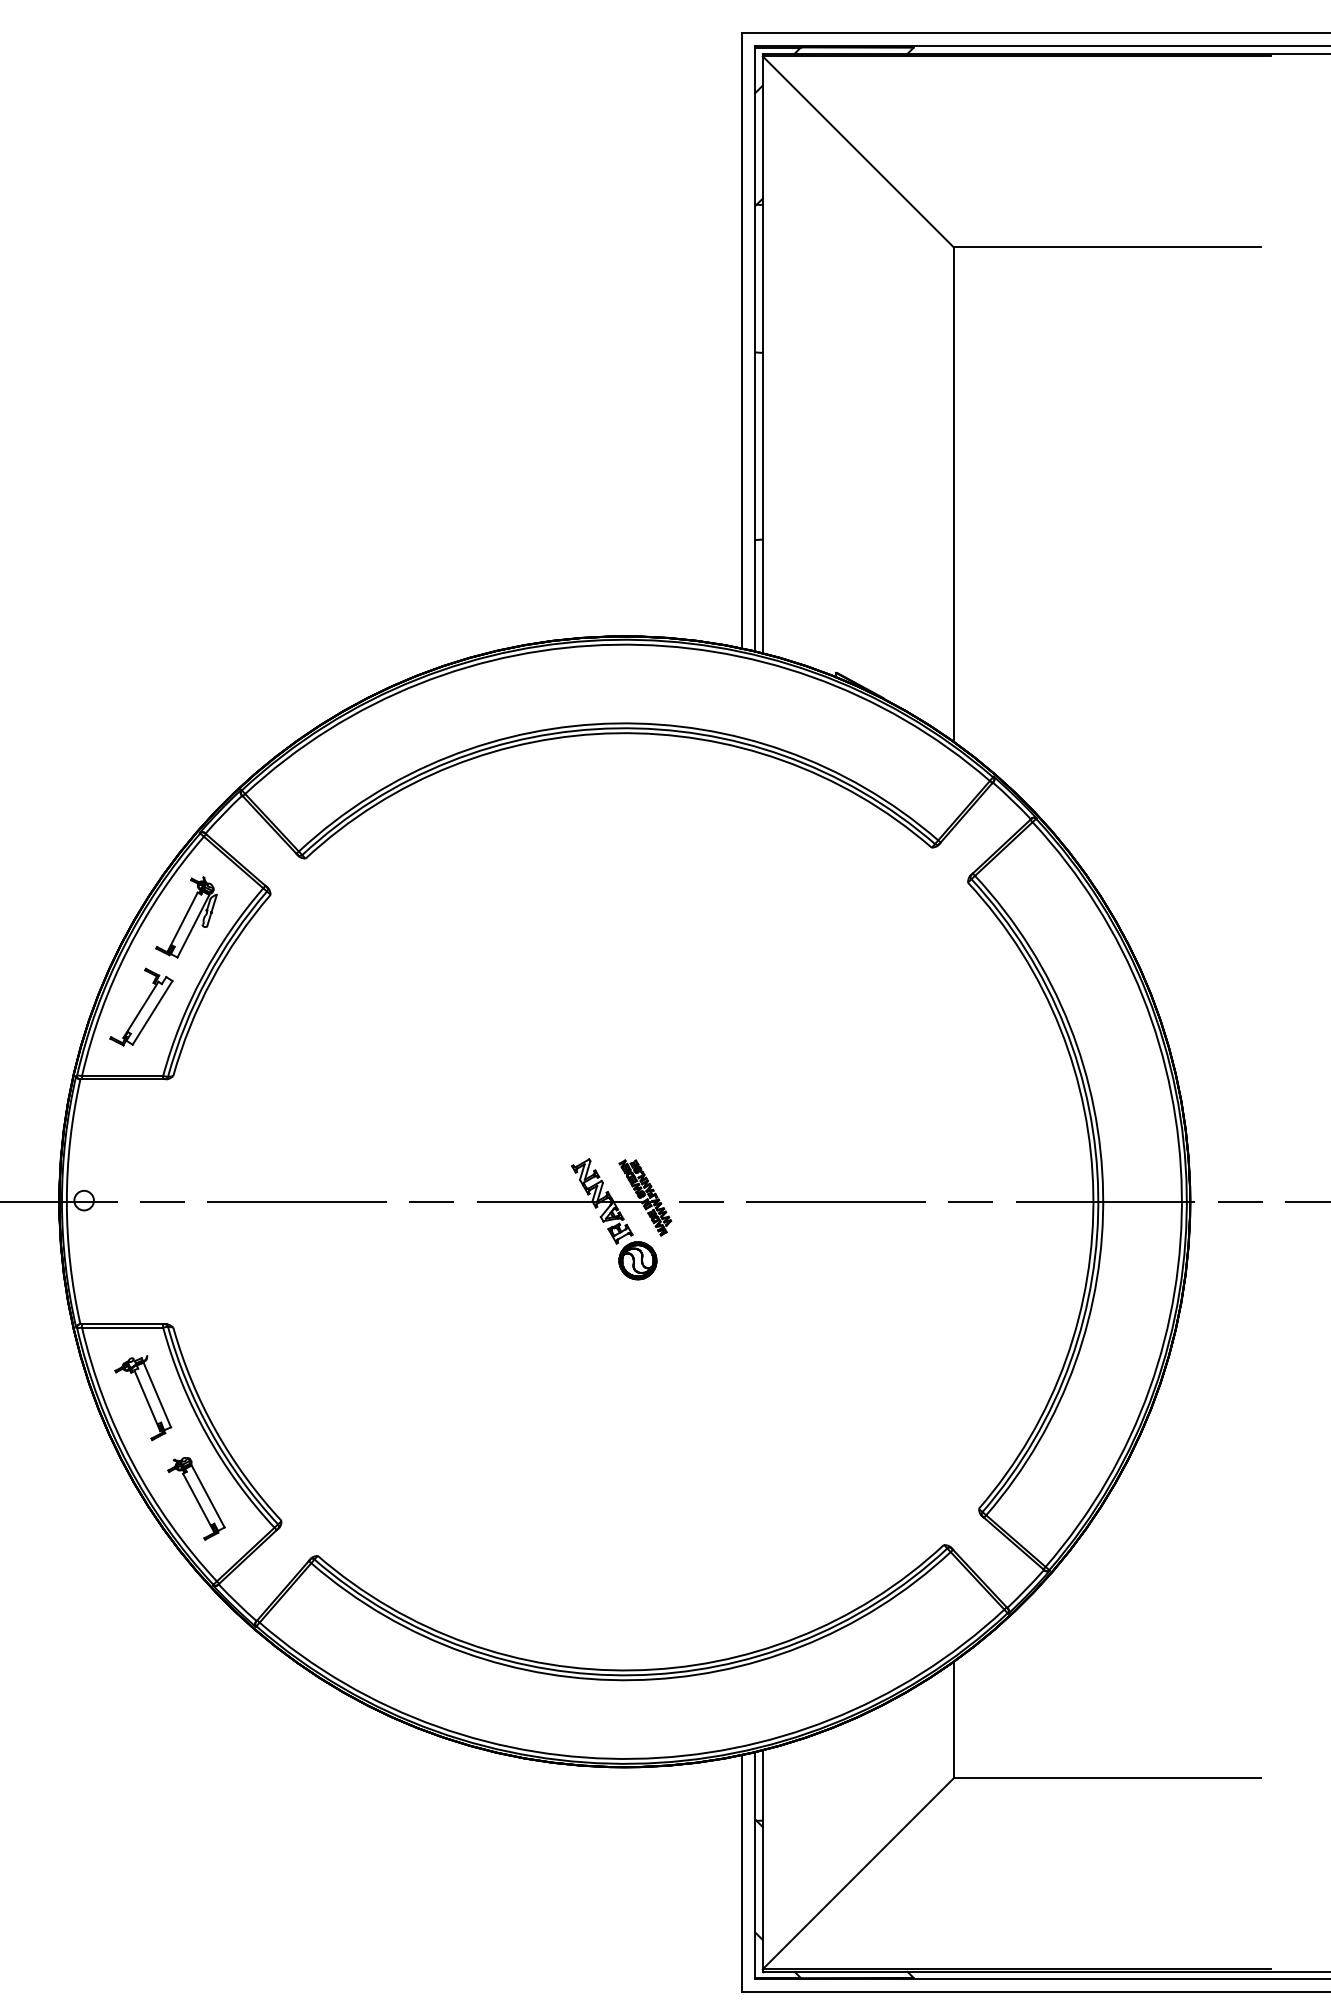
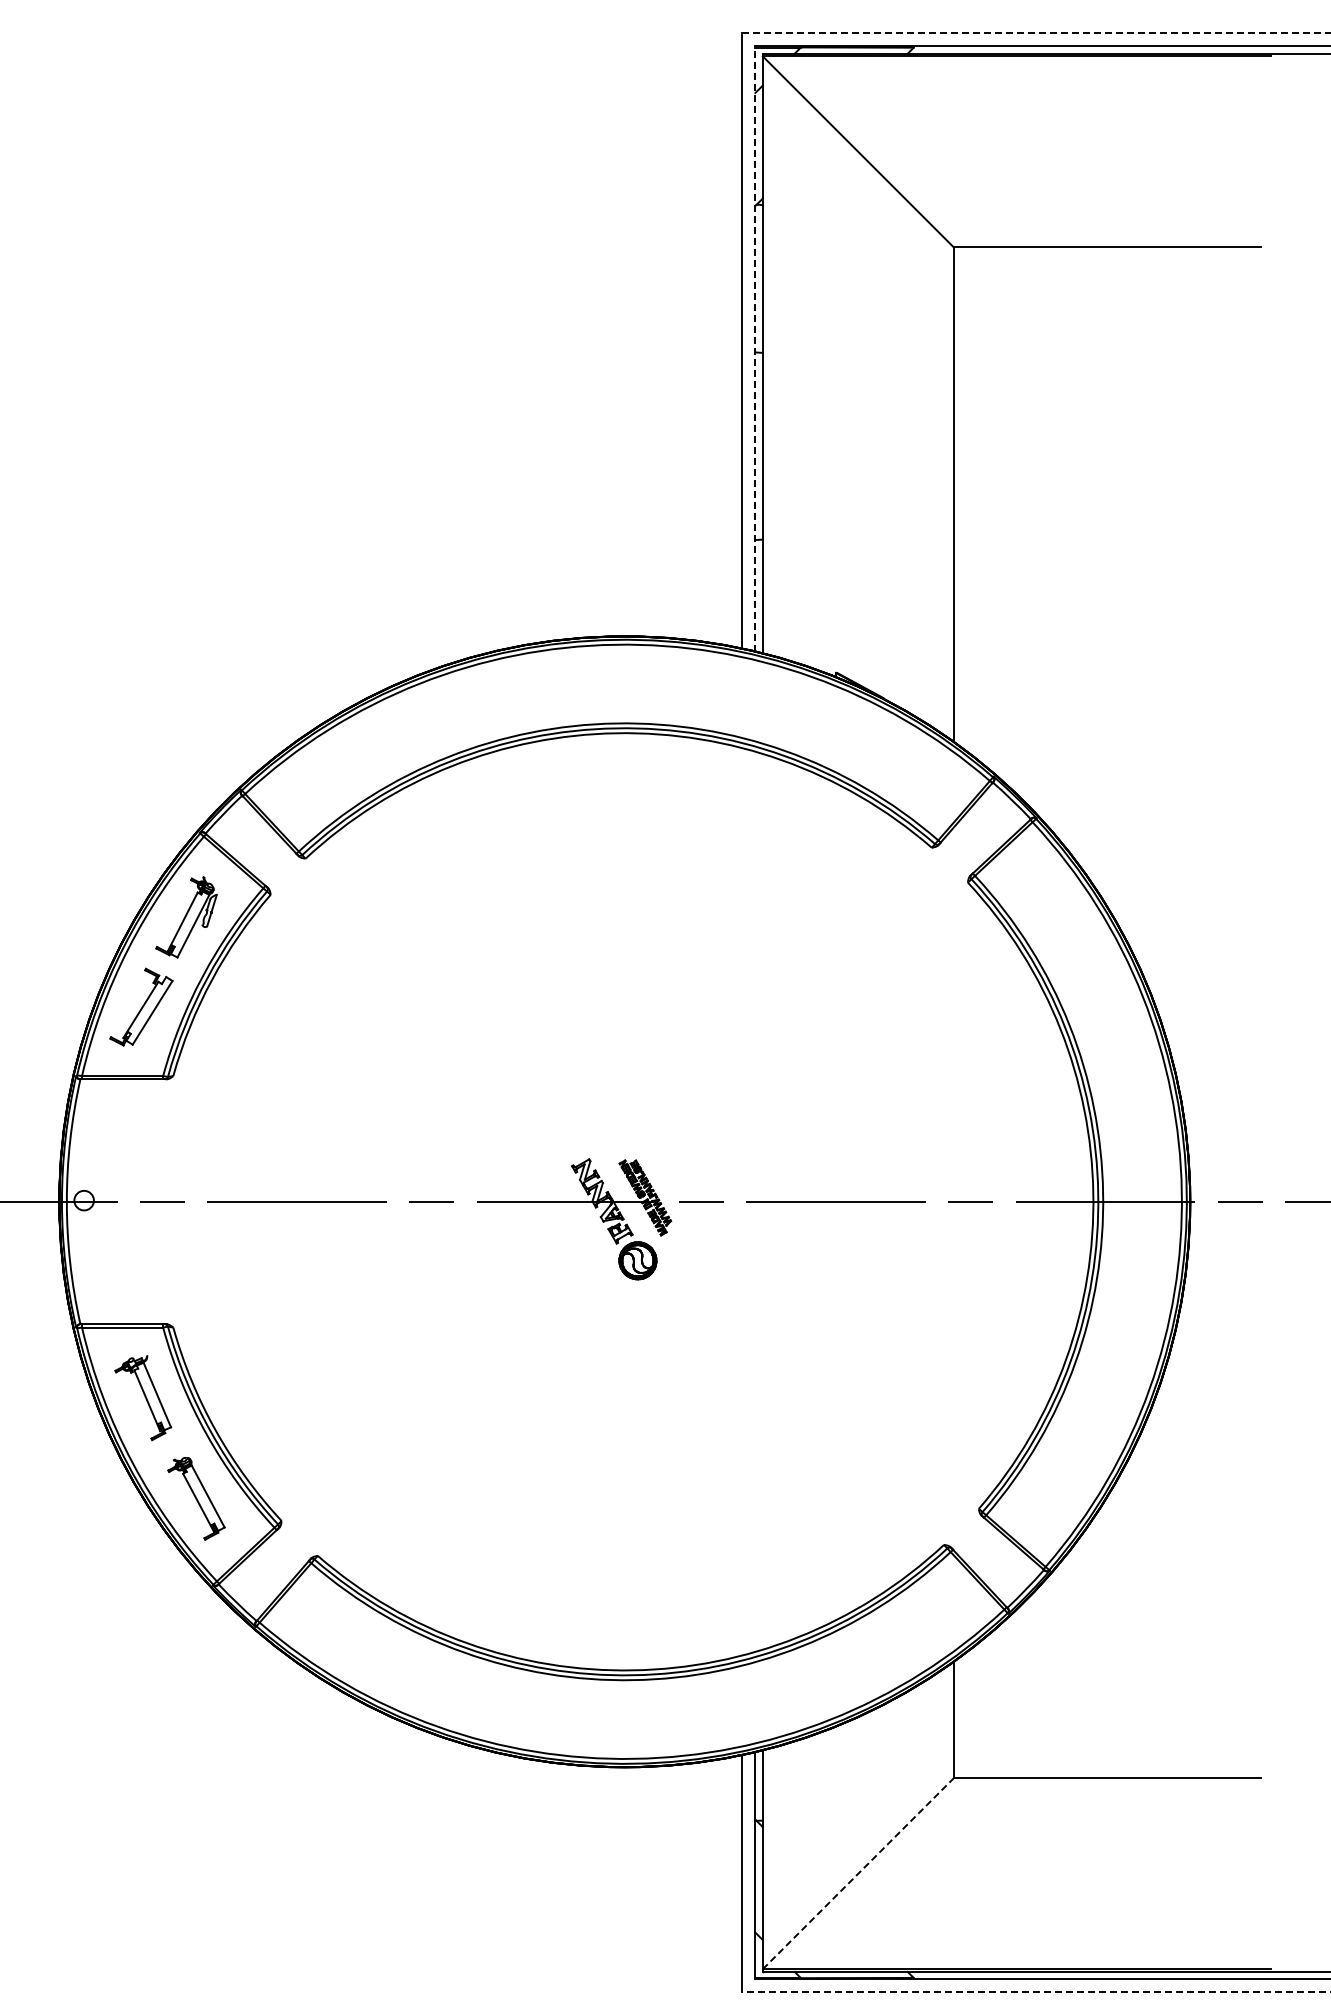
line at (1036, 33): solid -> dashed
line at (755, 348): solid -> dashed
line at (858, 1873): solid -> dashed
line at (1036, 1992): solid -> dashed
